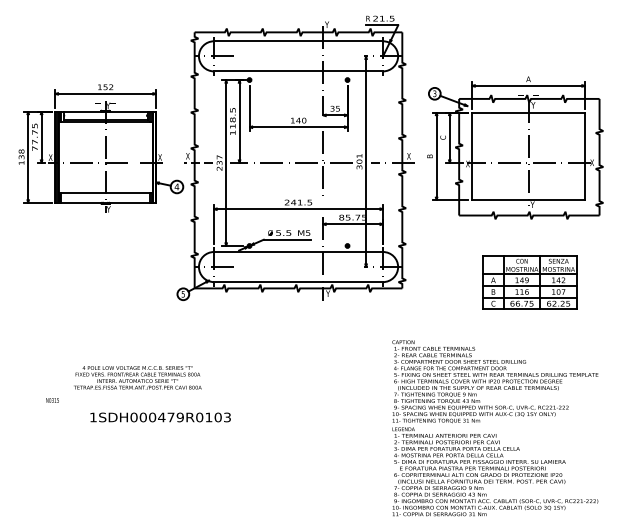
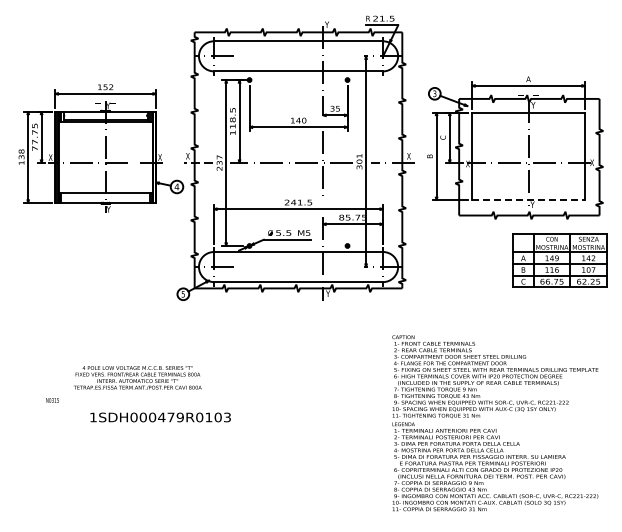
line at (529, 200): solid -> dashed
part at (529, 282) position: (529, 282) -> (559, 260)
text at (495, 428) position: (495, 428) -> (495, 423)
